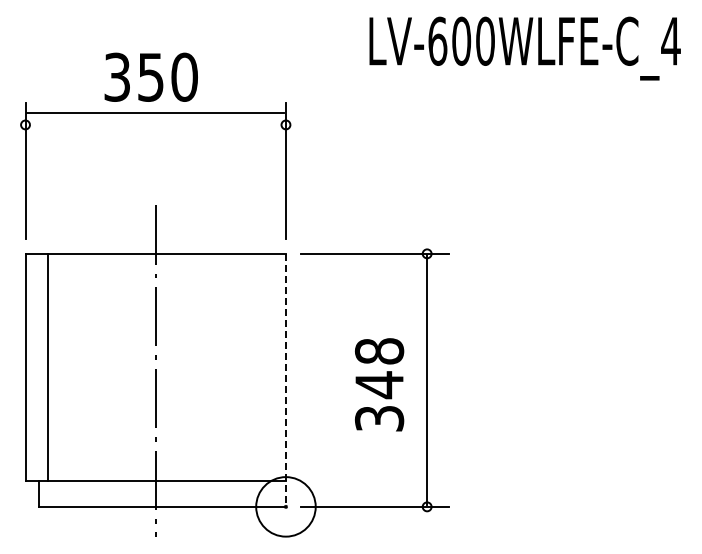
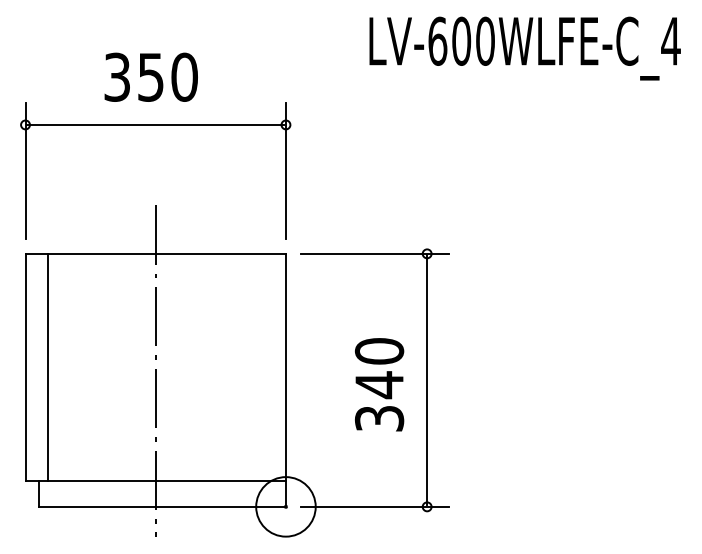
line at (155, 112) position: (155, 112) -> (155, 124)
text at (379, 351): 348 -> 340
line at (285, 380): dashed -> solid
